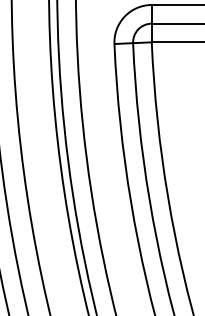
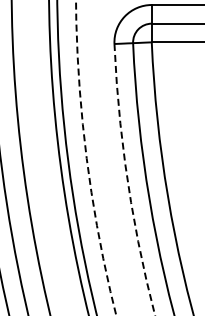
circle at (96, 157): solid -> dashed
arc at (127, 181): solid -> dashed
